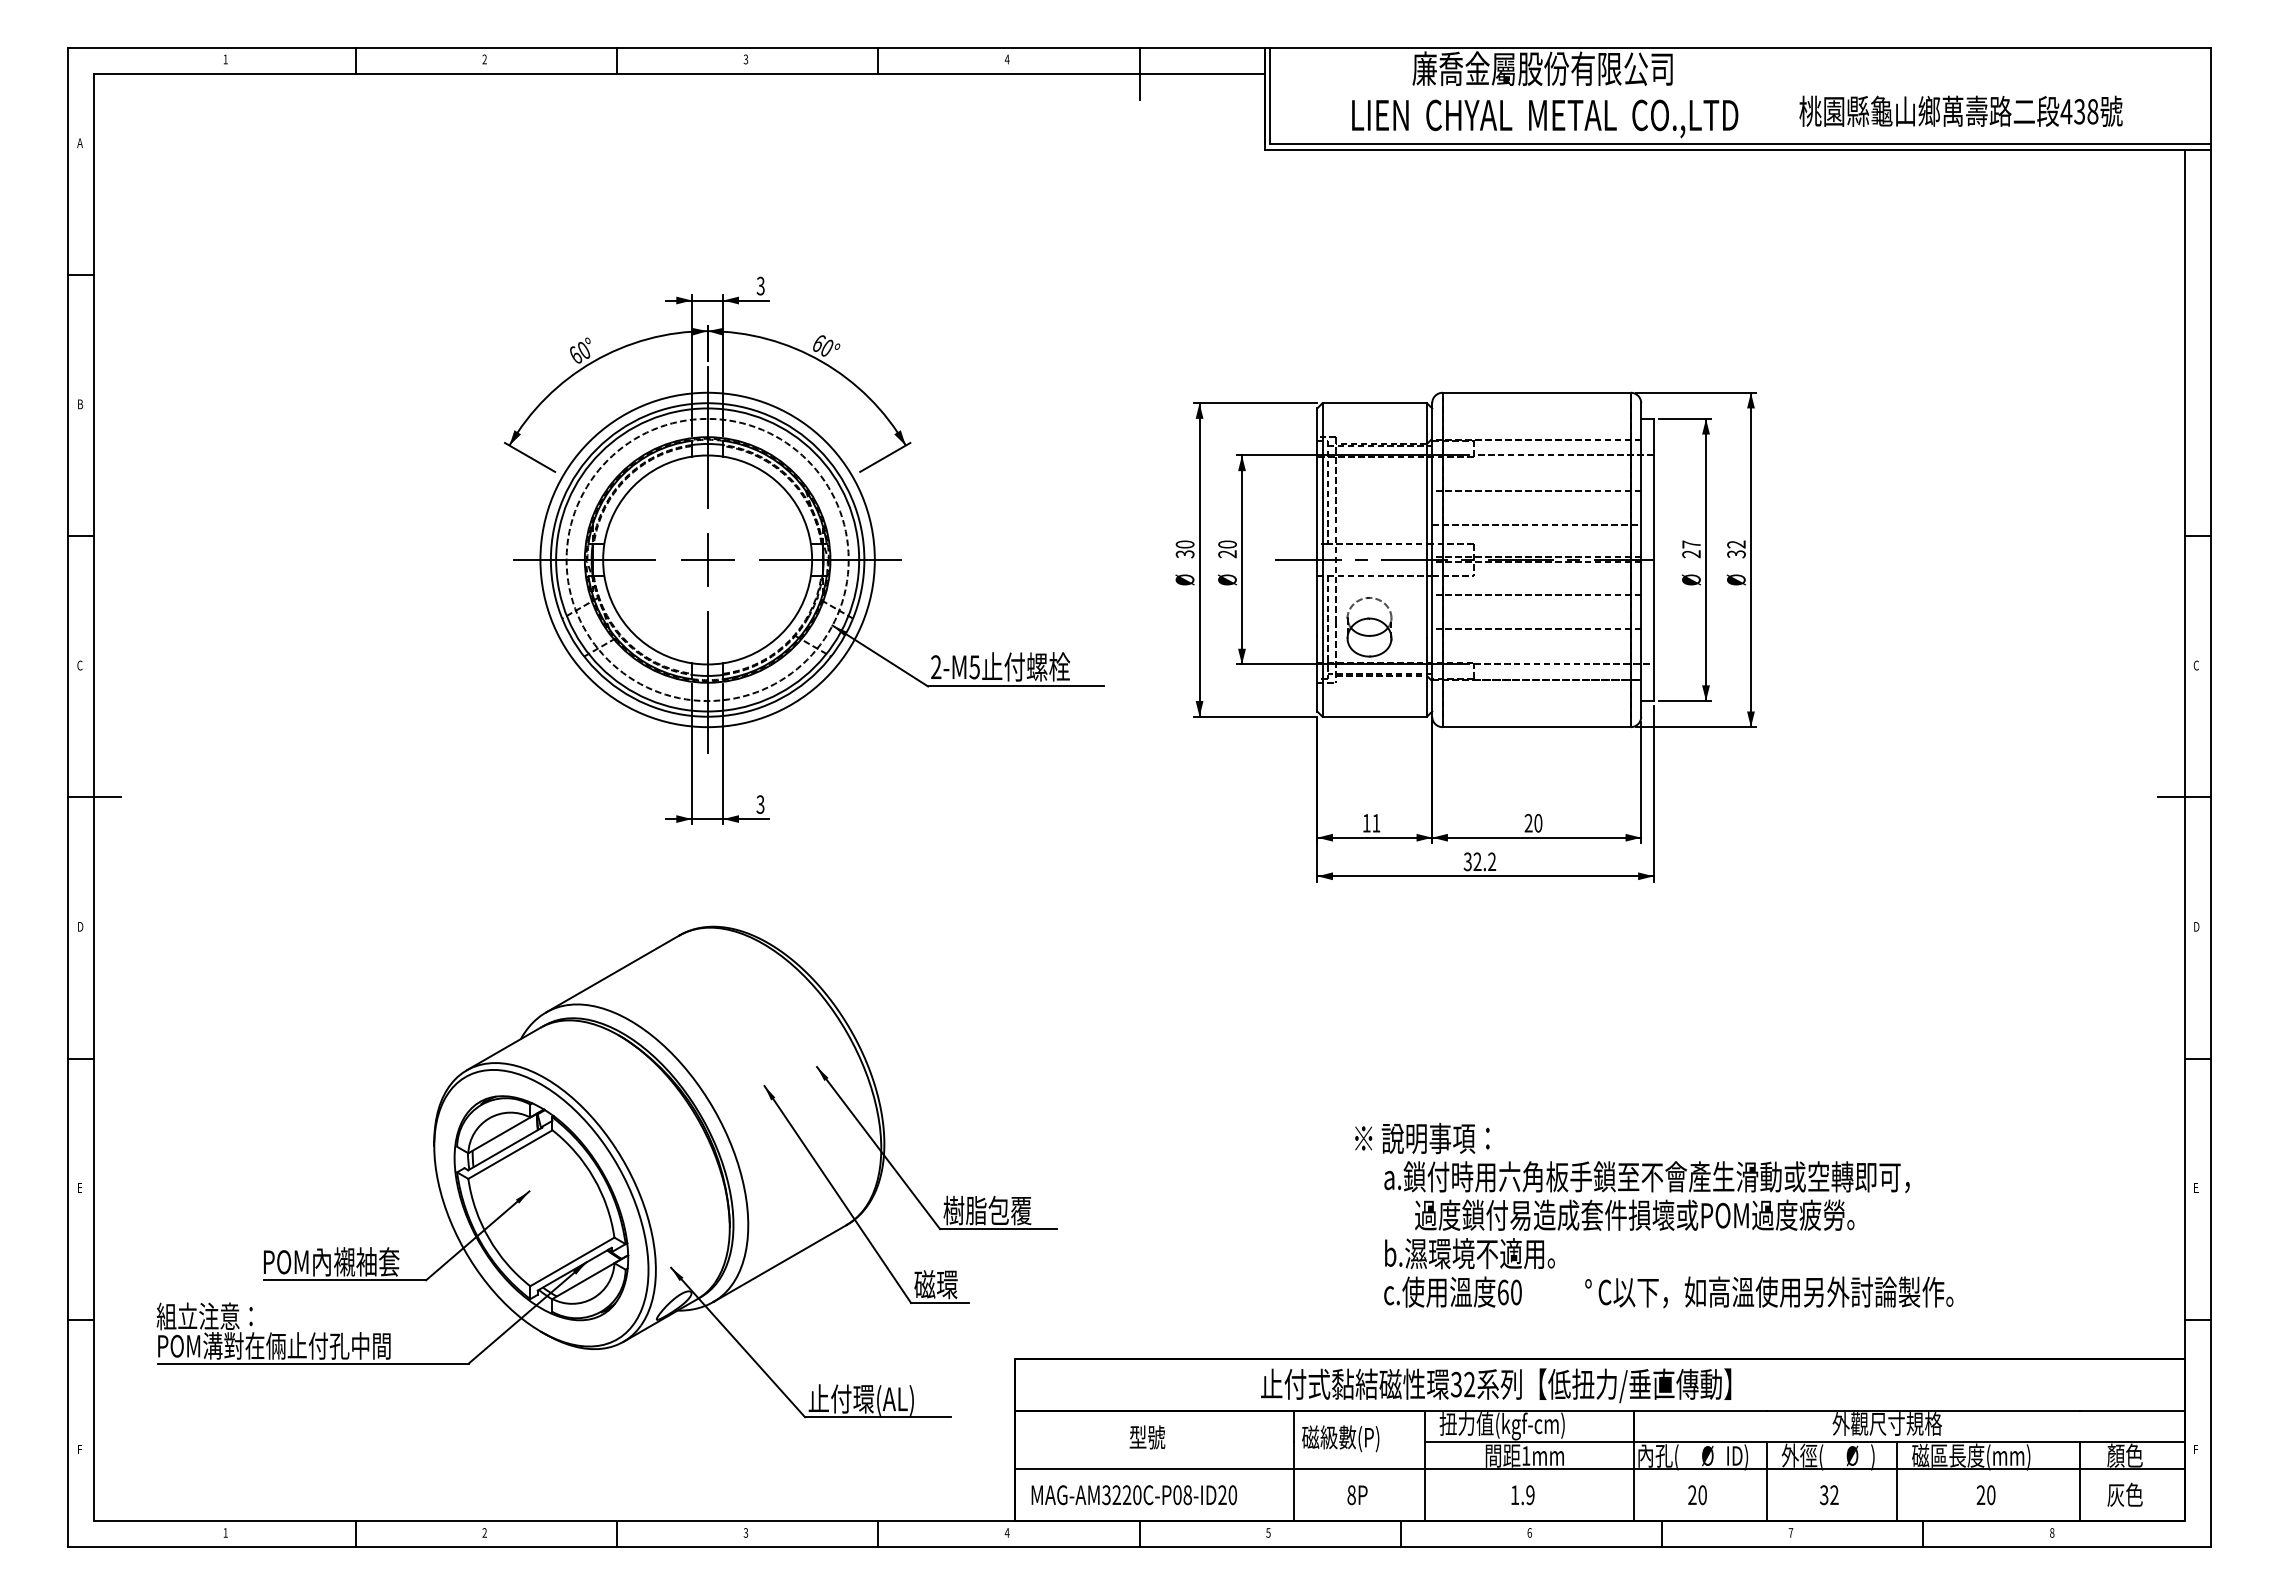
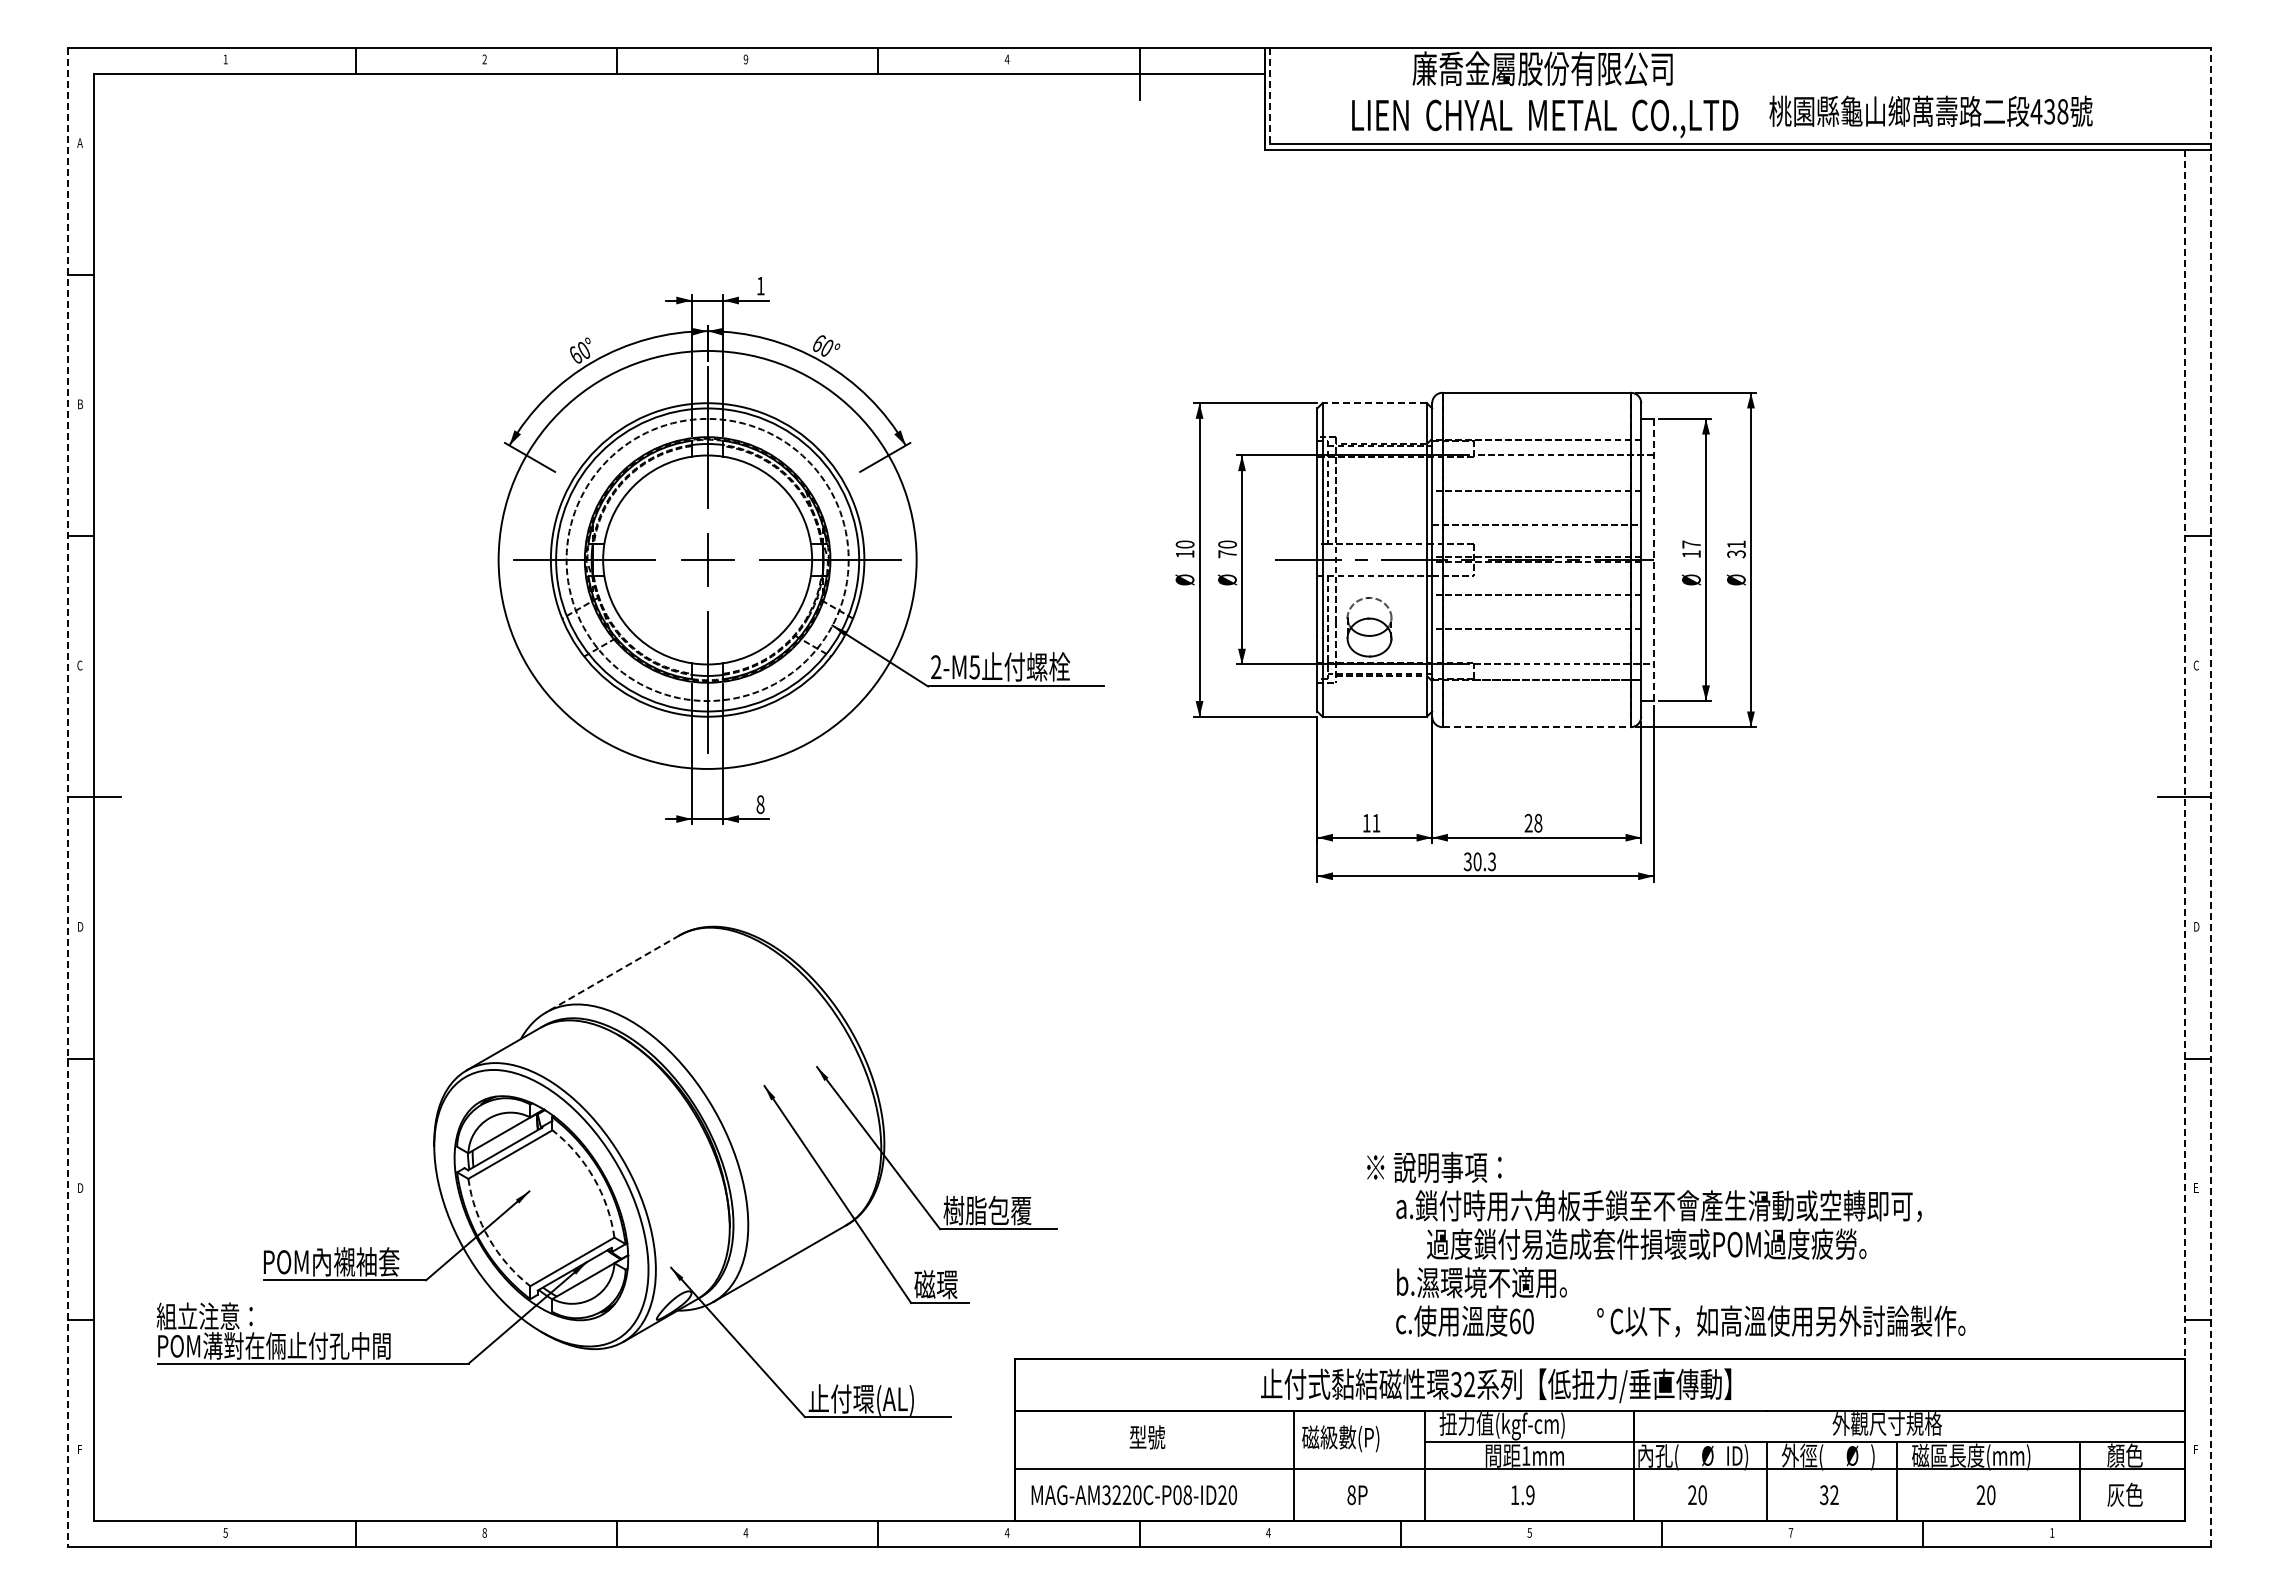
text at (745, 59): 3 -> 9
line at (1270, 96): solid -> dashed
text at (1960, 110) position: (1960, 110) -> (1930, 110)
text at (760, 285): 3 -> 1
line at (1374, 403): solid -> dashed
text at (1736, 544): 32 -> 31
text at (1184, 554): 30 -> 10
text at (1227, 554): 20 -> 70
text at (1691, 554): 27 -> 17
circle at (707, 559) diameter: 334 px -> 418 px
line at (1653, 560): solid -> dashed
line at (1537, 727): solid -> dashed
line at (68, 797): solid -> dashed
line at (2210, 797): solid -> dashed
text at (760, 804): 3 -> 8
text at (1538, 823): 20 -> 28
line at (2184, 835): solid -> dashed
text at (1484, 861): 32.2 -> 30.3
line at (612, 973): solid -> dashed
arc at (593, 1177): solid -> dashed
text at (80, 1187): E -> D
text at (1654, 1215) position: (1654, 1215) -> (1666, 1244)
arc at (489, 1238): solid -> dashed
text at (225, 1532): 1 -> 5
text at (484, 1532): 2 -> 8
text at (745, 1532): 3 -> 4
text at (1268, 1532): 5 -> 4
text at (1529, 1532): 6 -> 5
text at (2052, 1532): 8 -> 1
